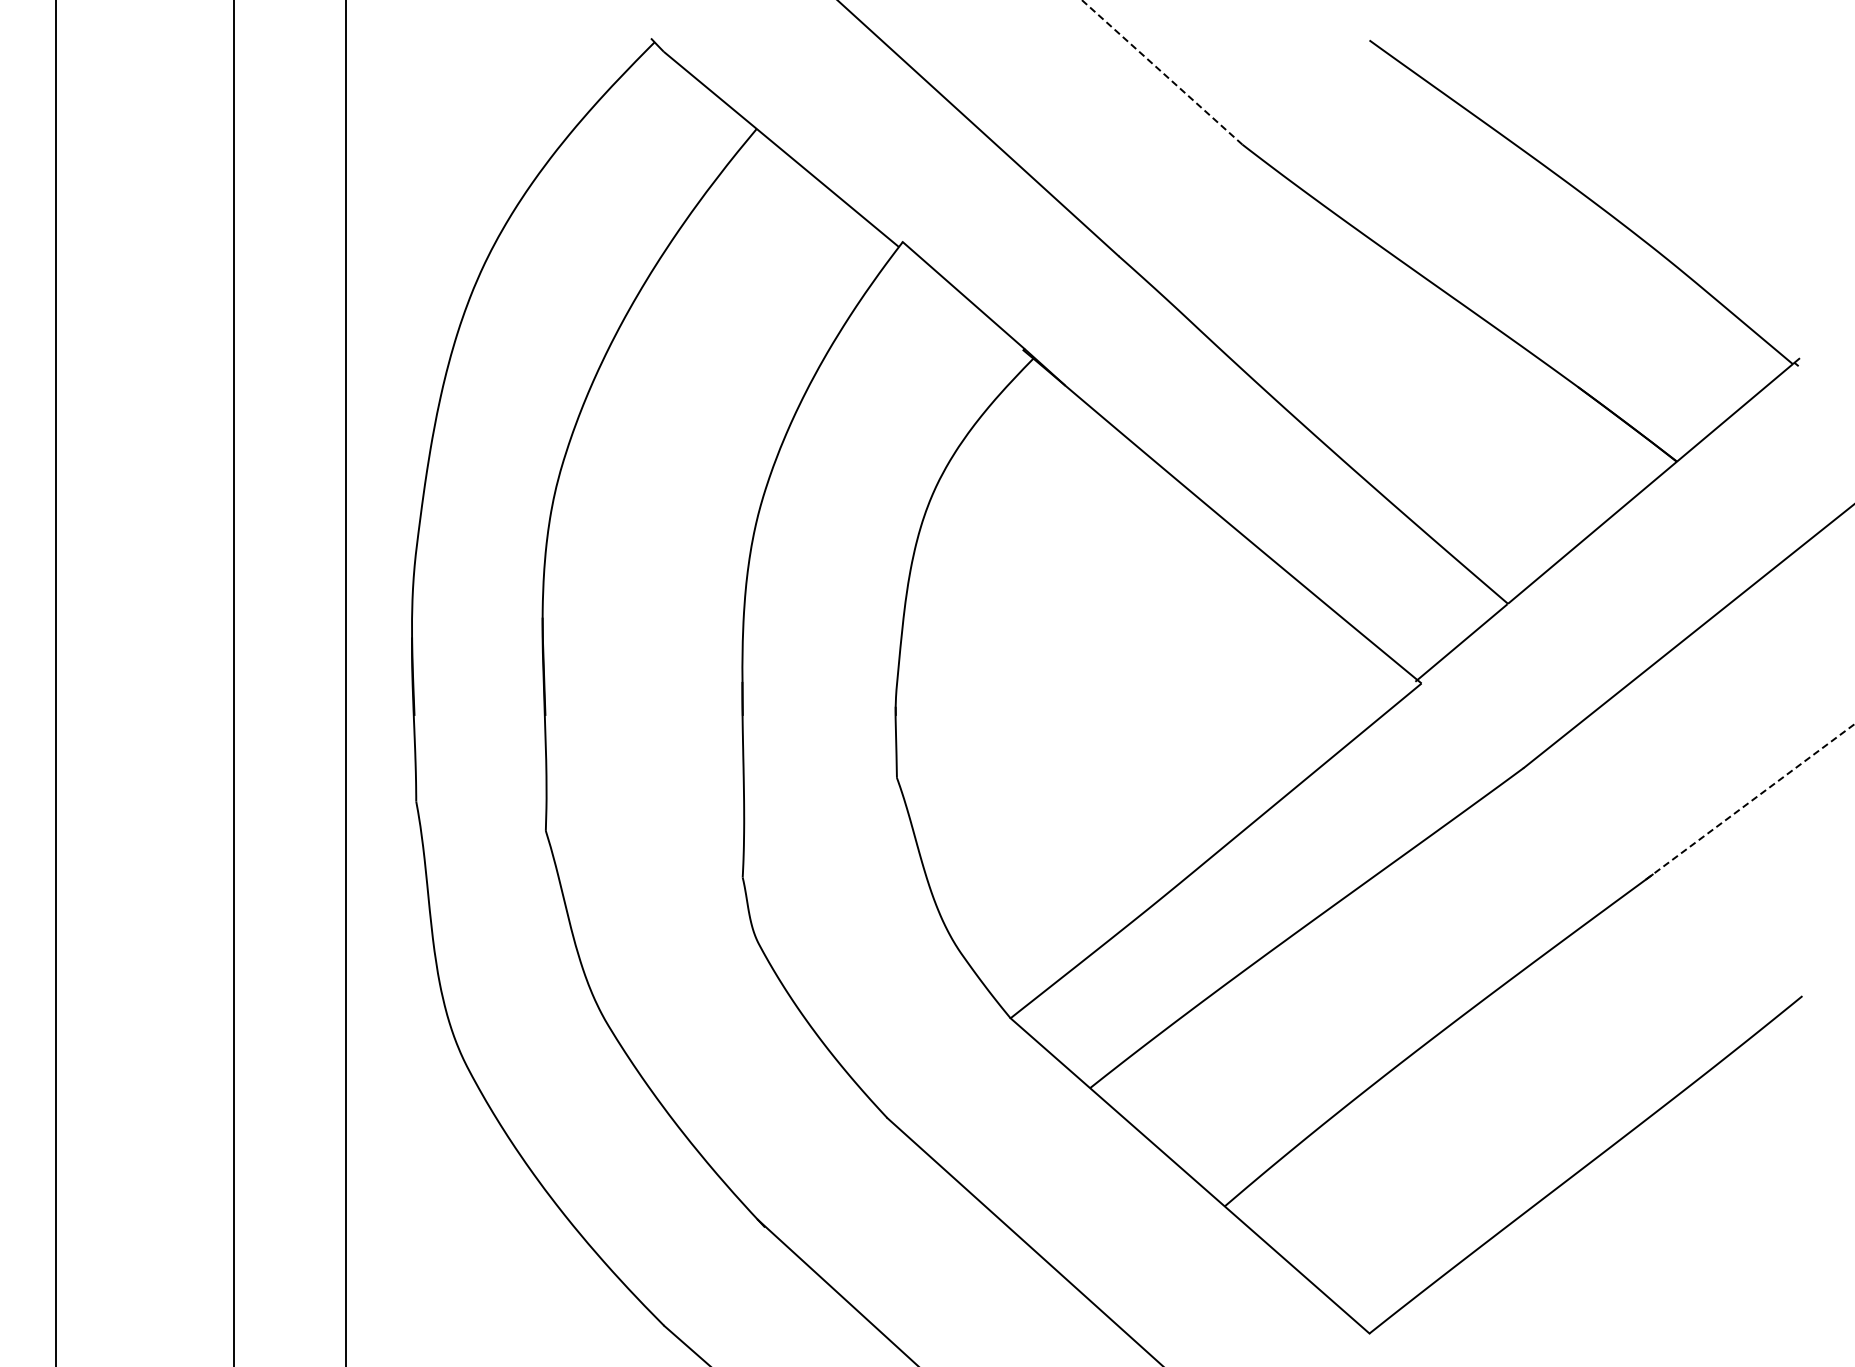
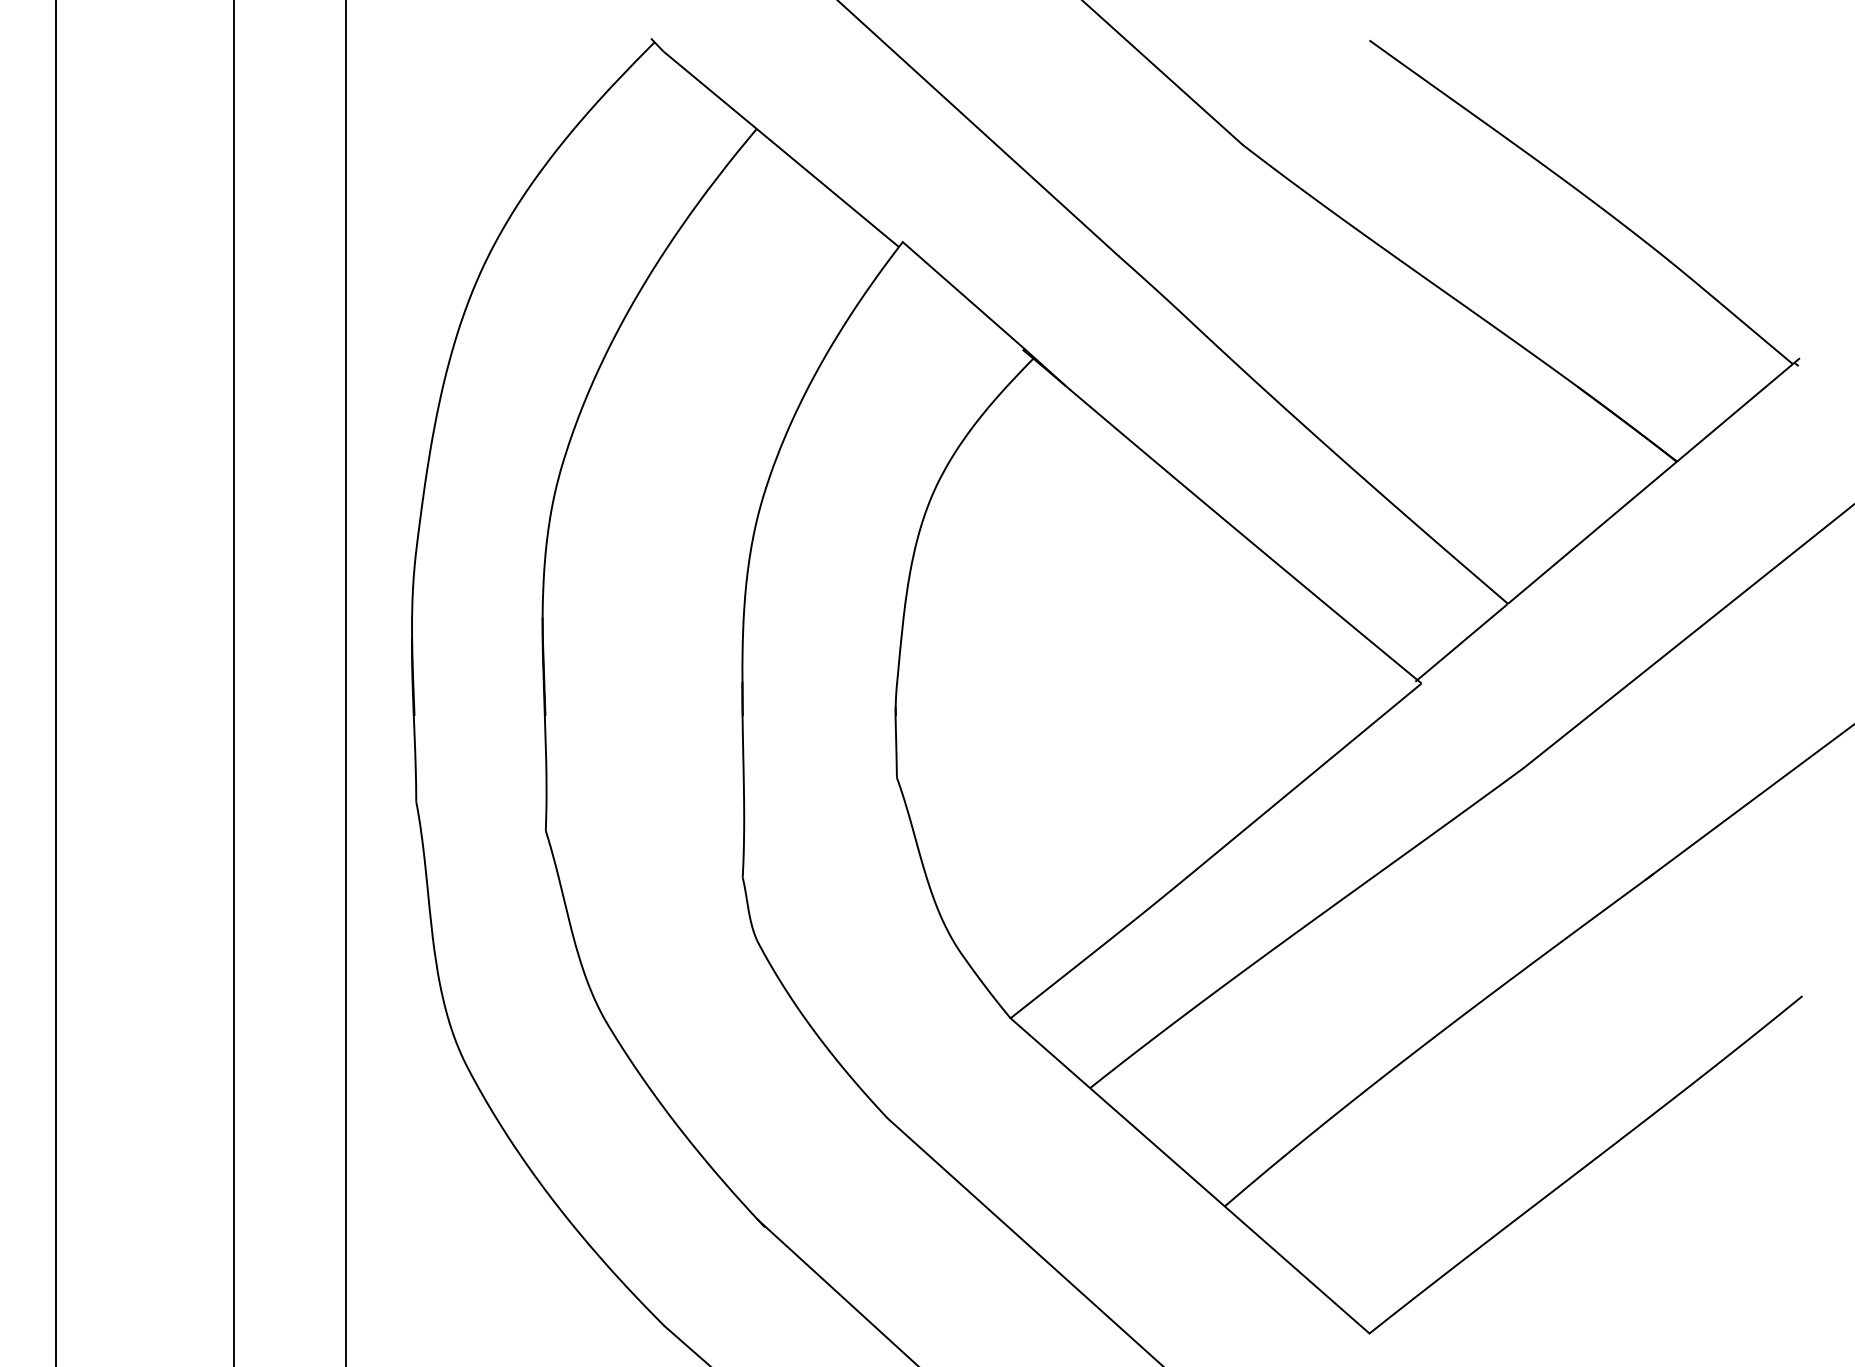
line at (1162, 72): dashed -> solid
line at (1750, 801): dashed -> solid
